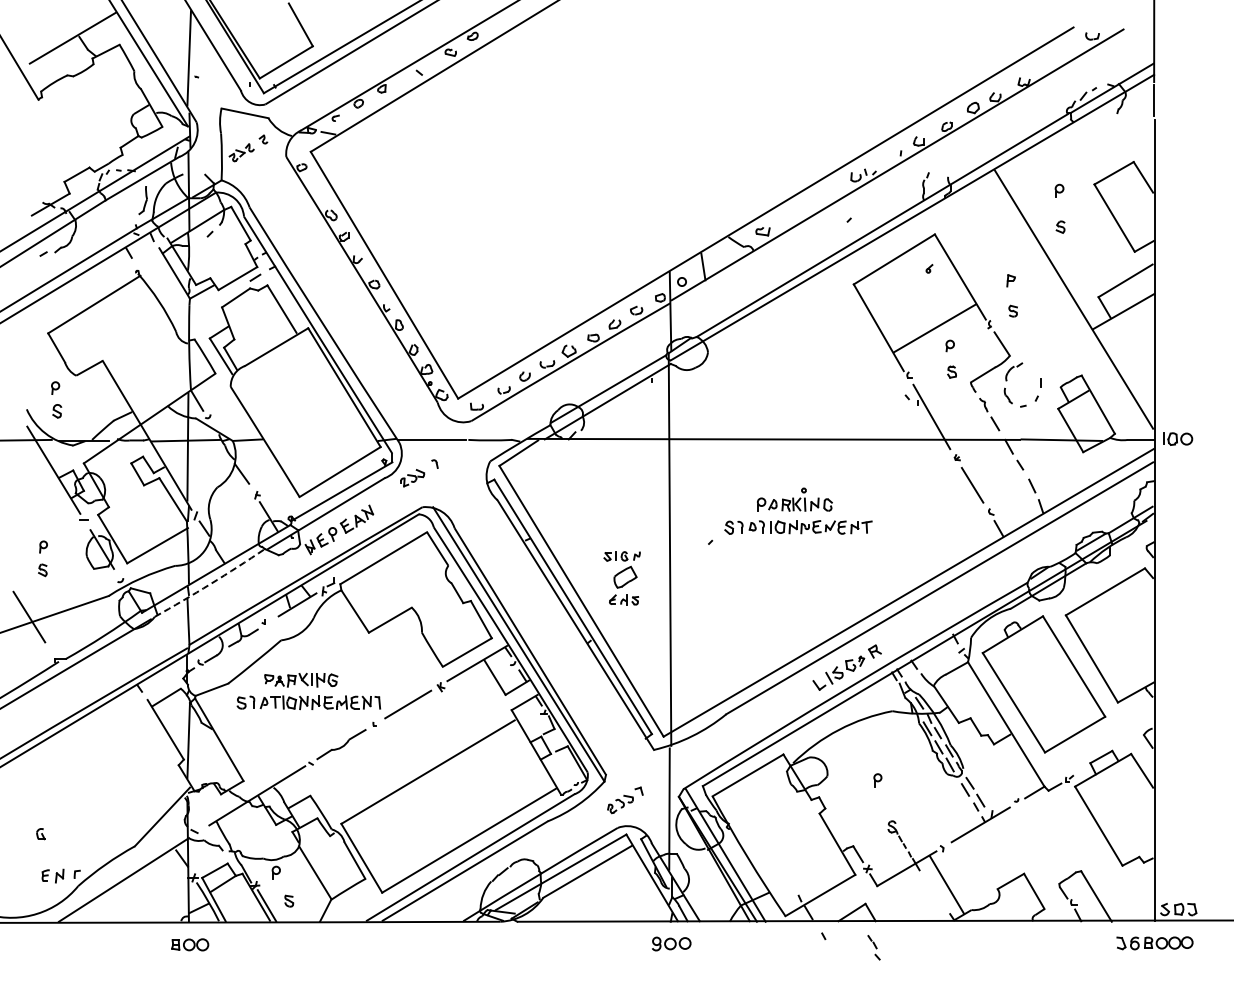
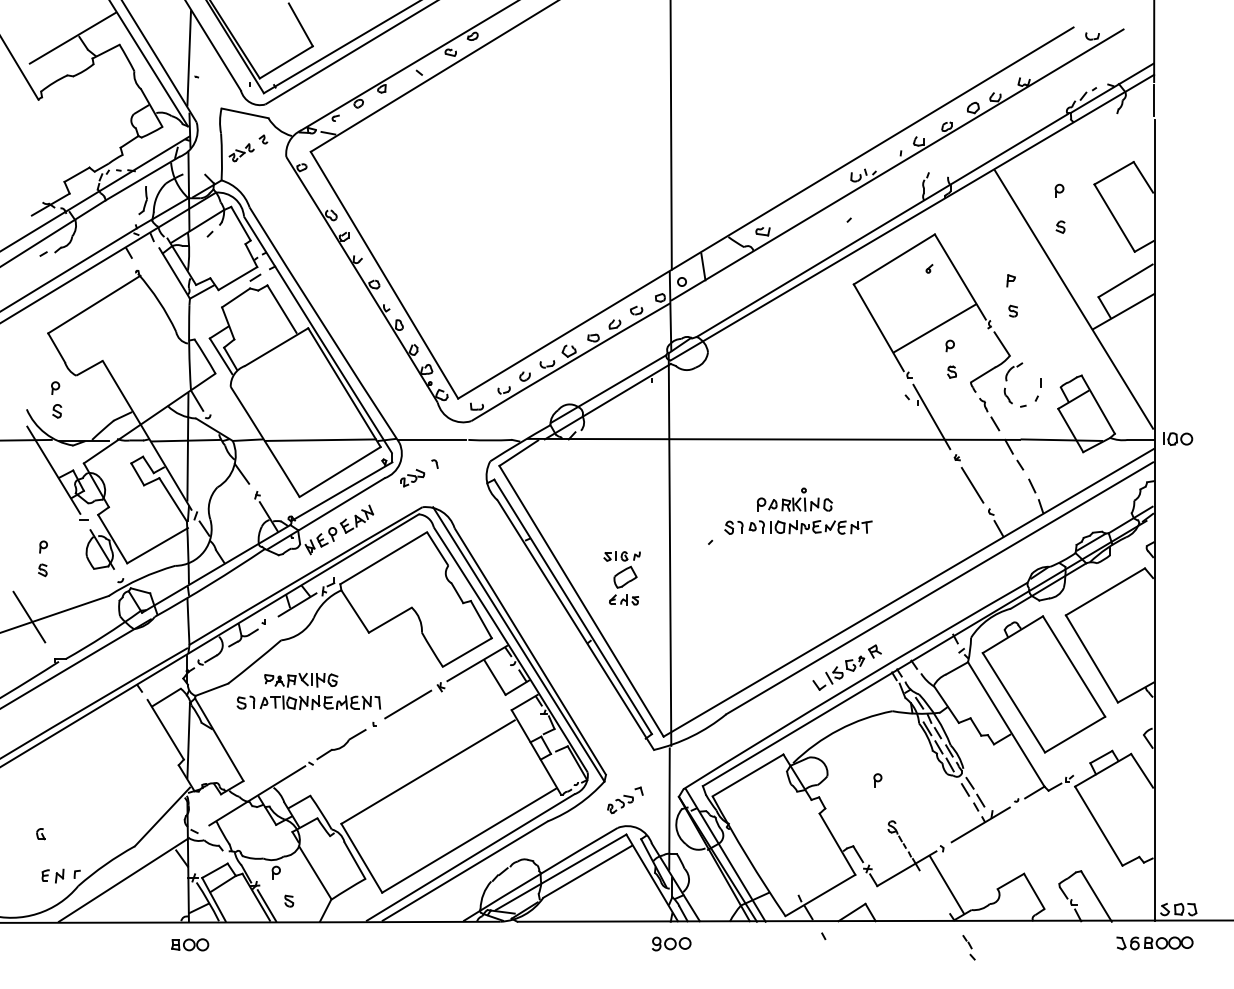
line at (670, 135): none -> present
line at (320, 439): none -> present
arc at (210, 584): dashed -> solid
part at (873, 947) position: (873, 947) -> (968, 947)
